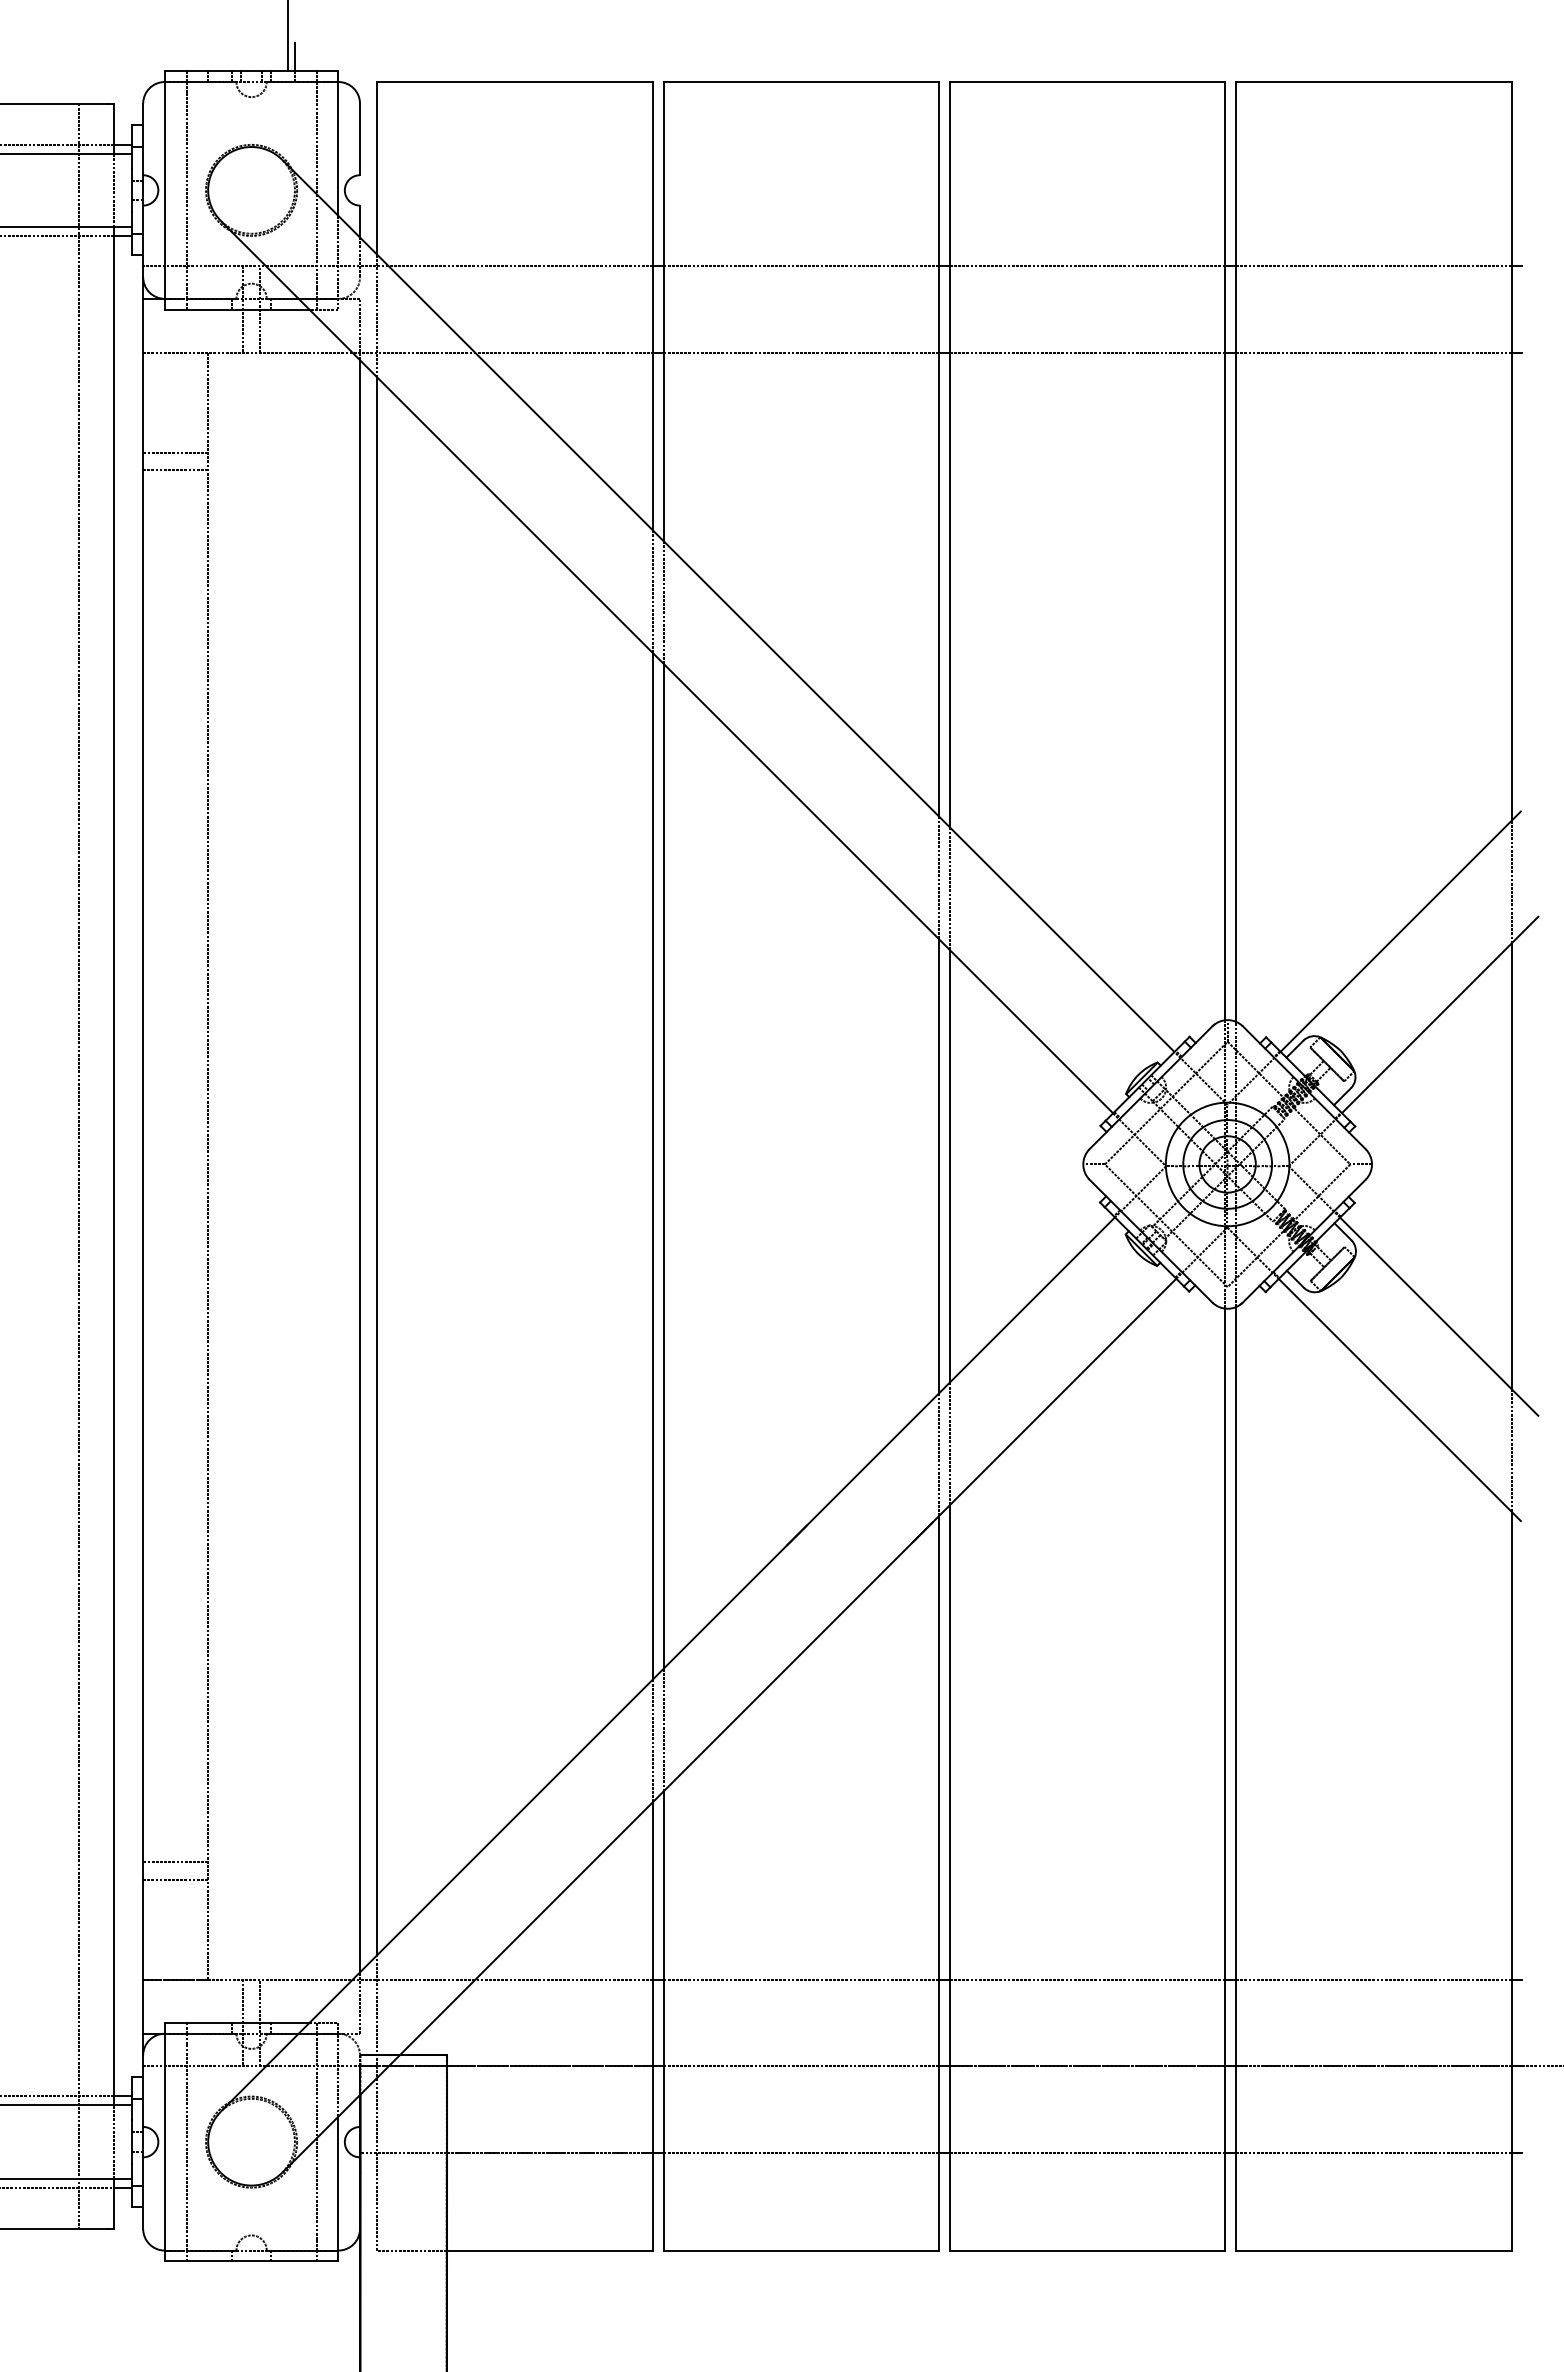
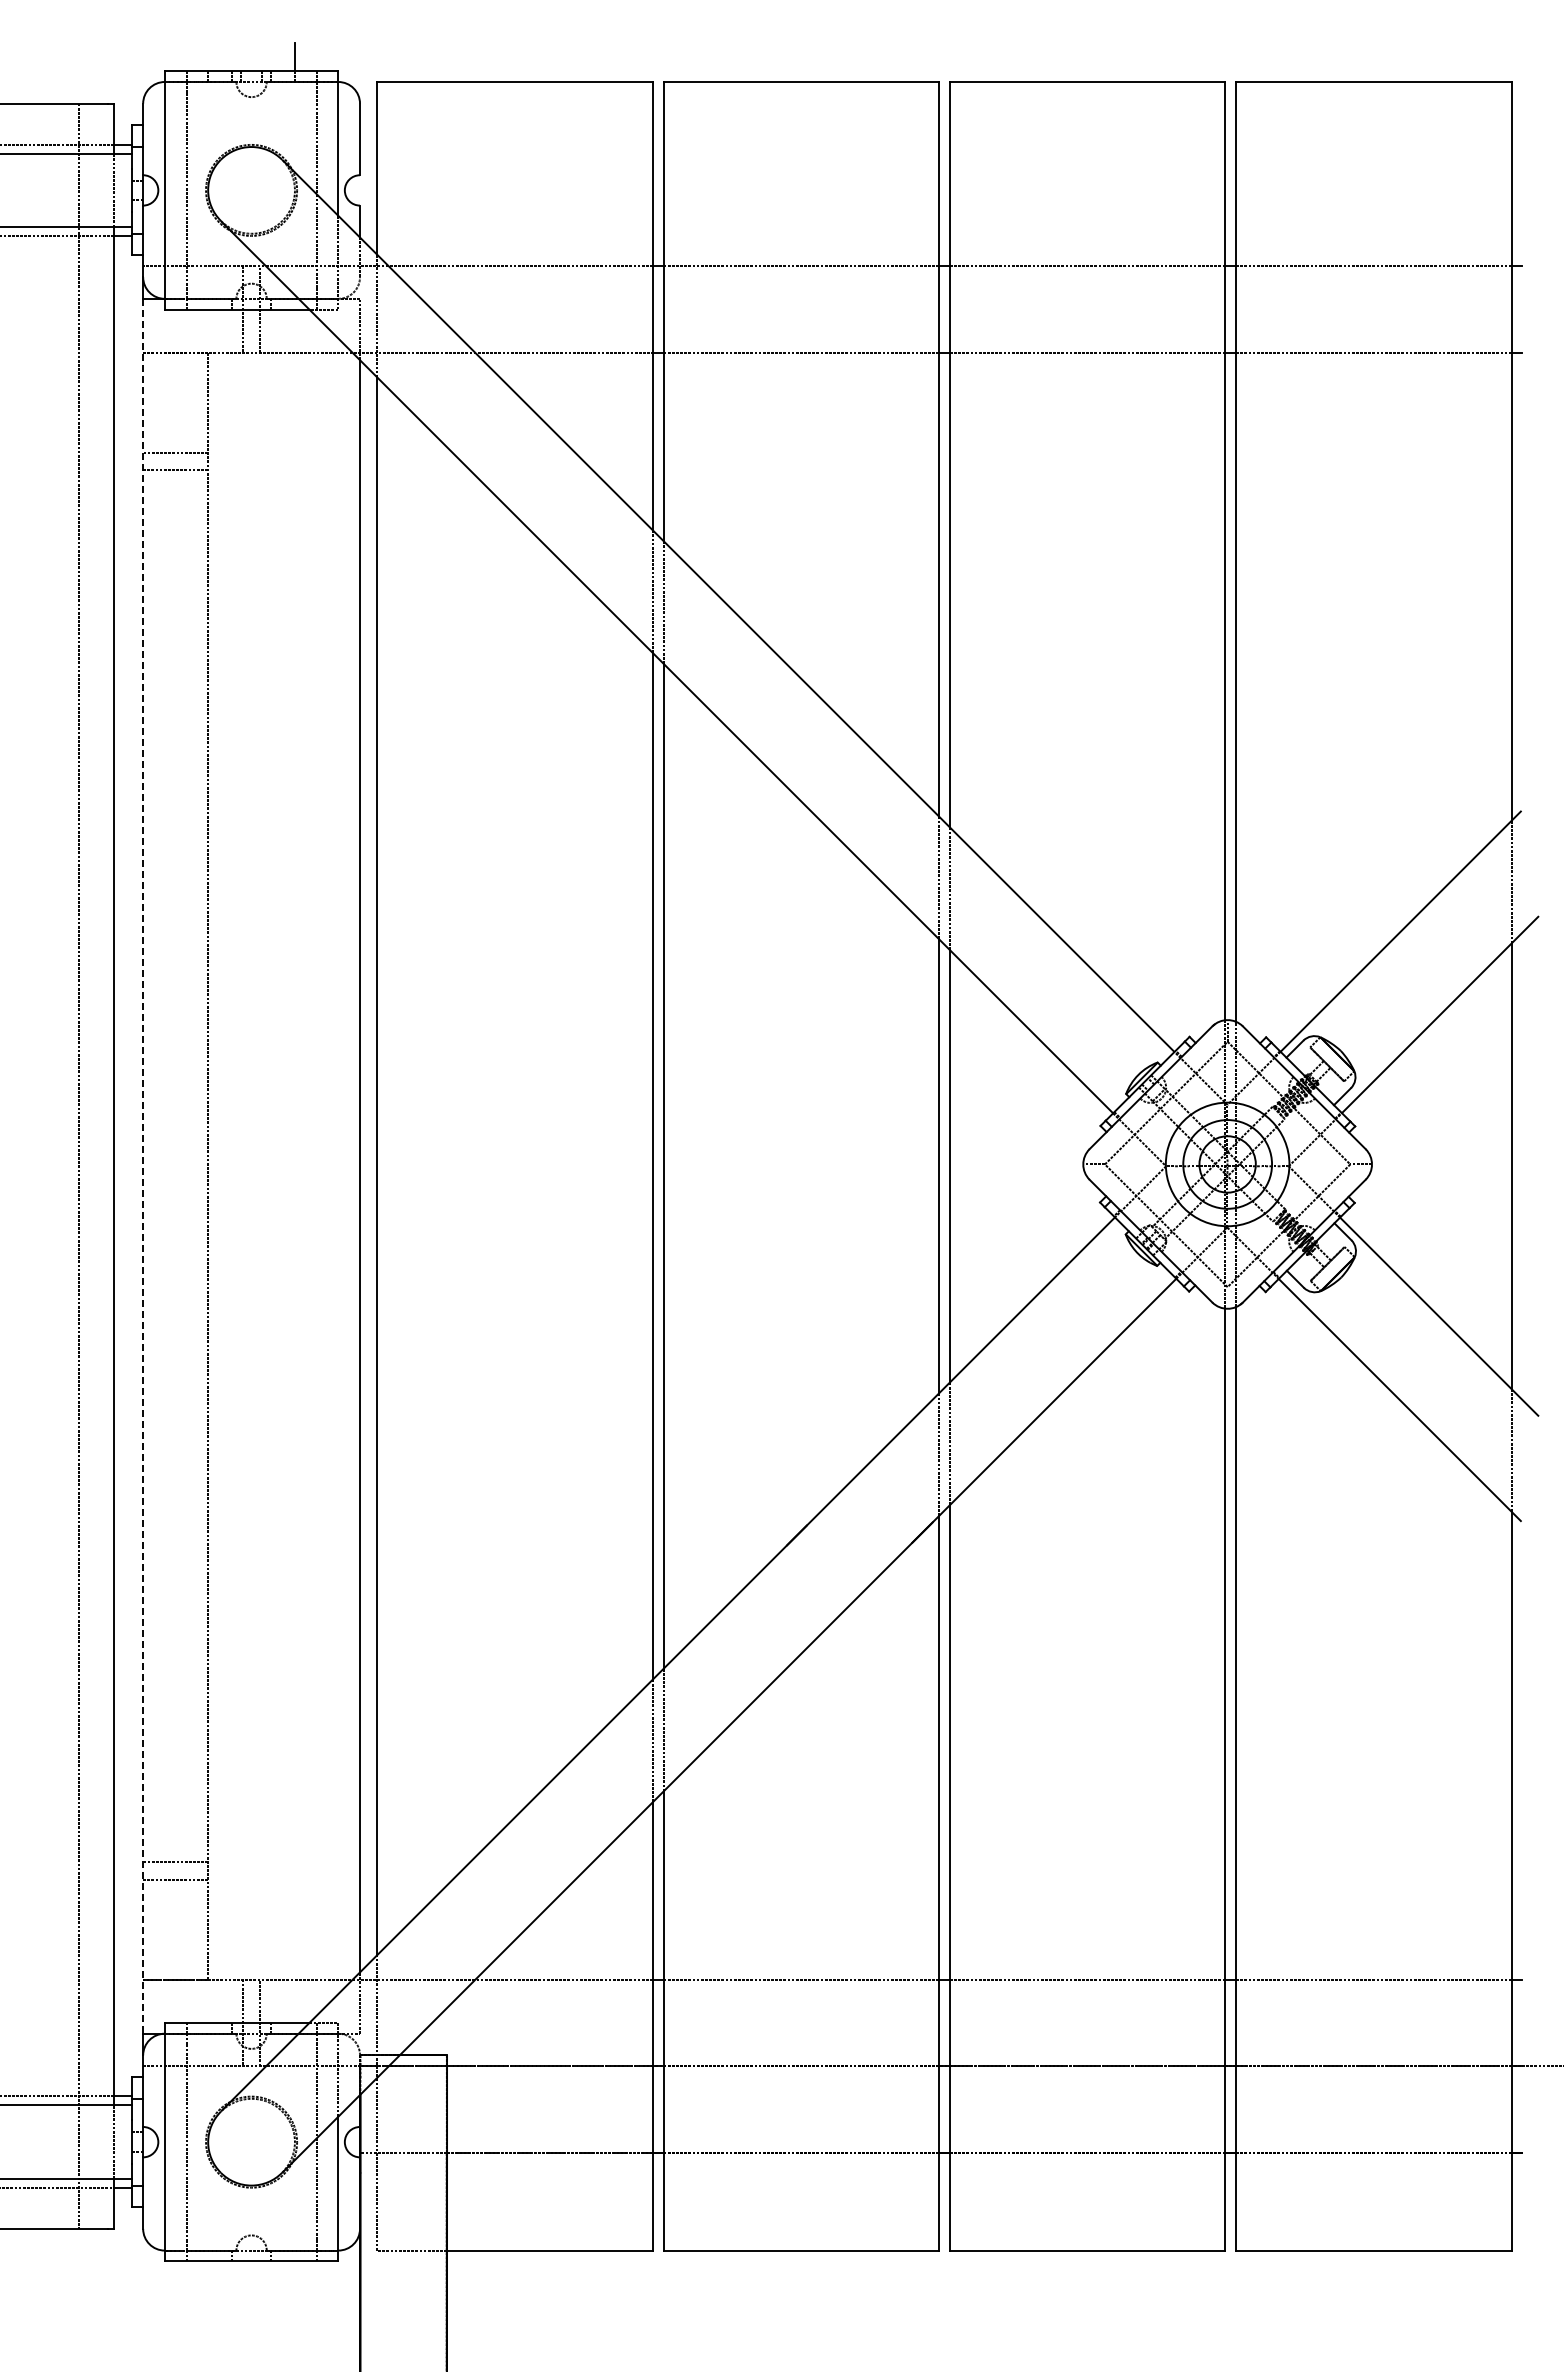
line at (288, 36): present -> none
line at (143, 1166): solid -> dashed
